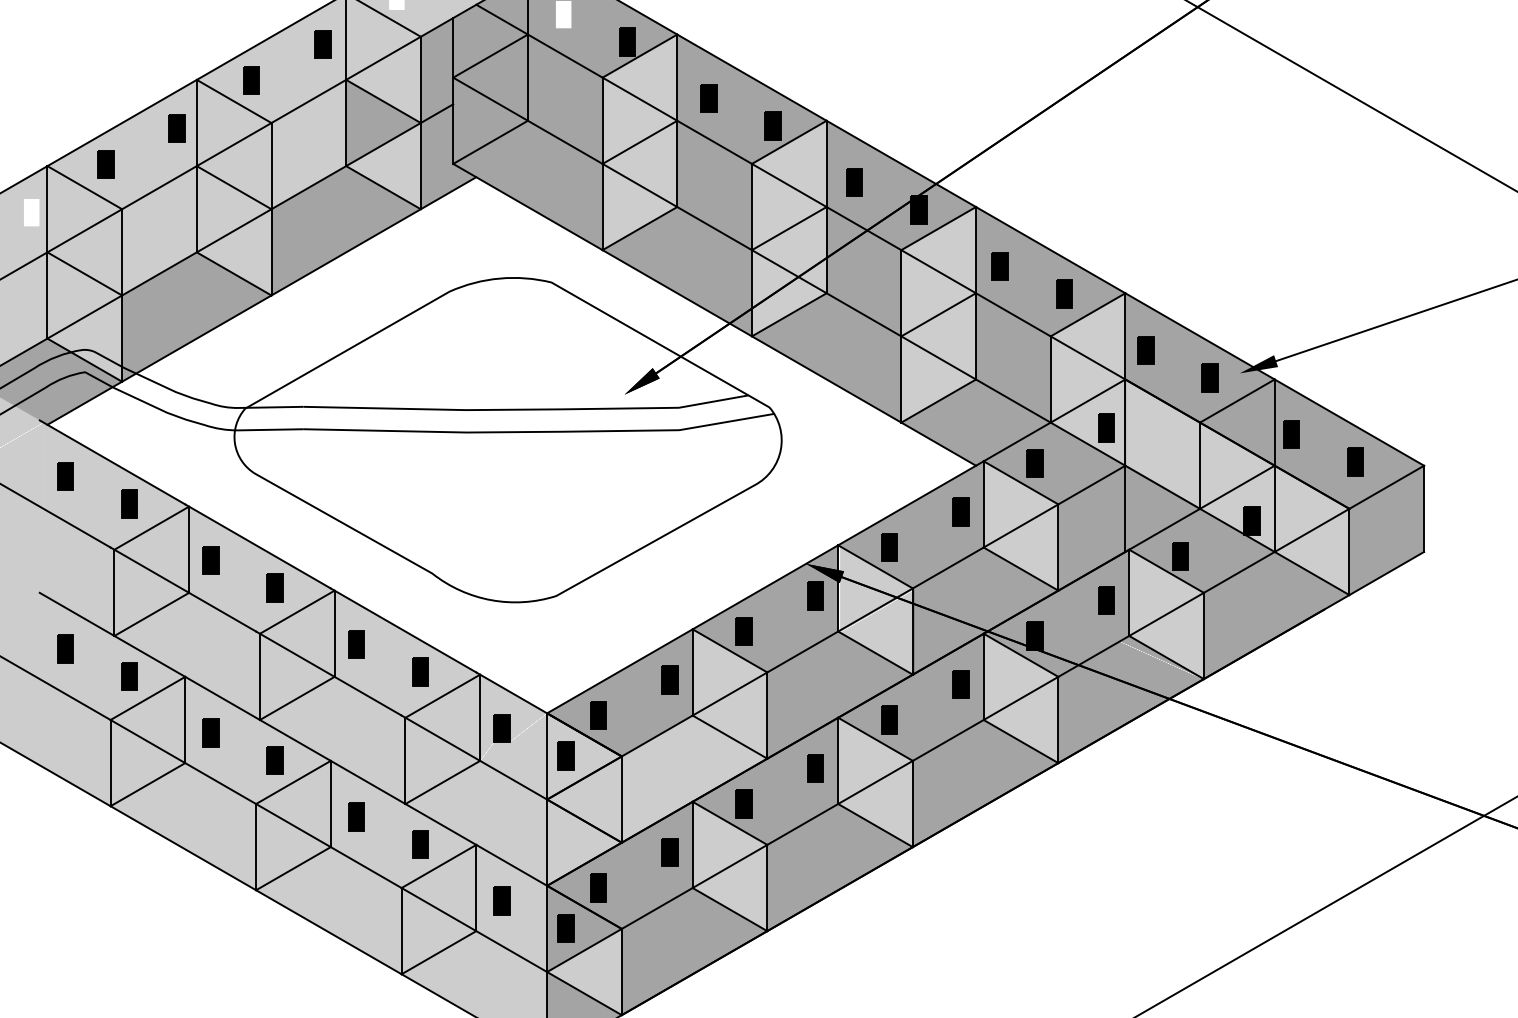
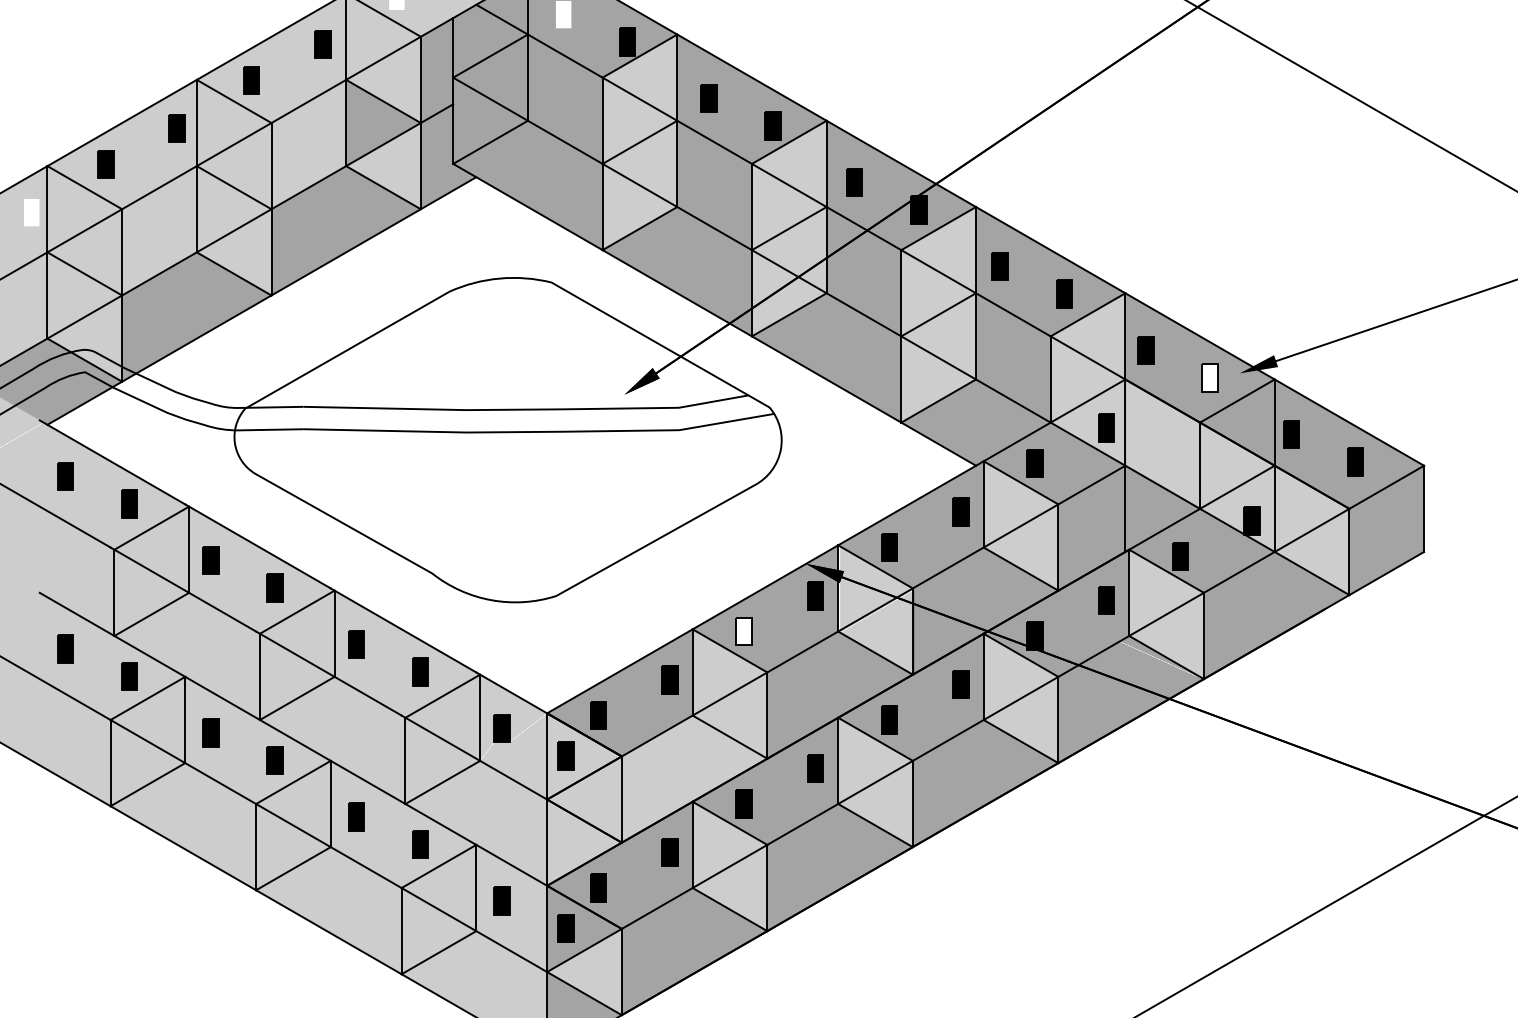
fill at (1209, 377): present -> none
fill at (743, 631): present -> none
